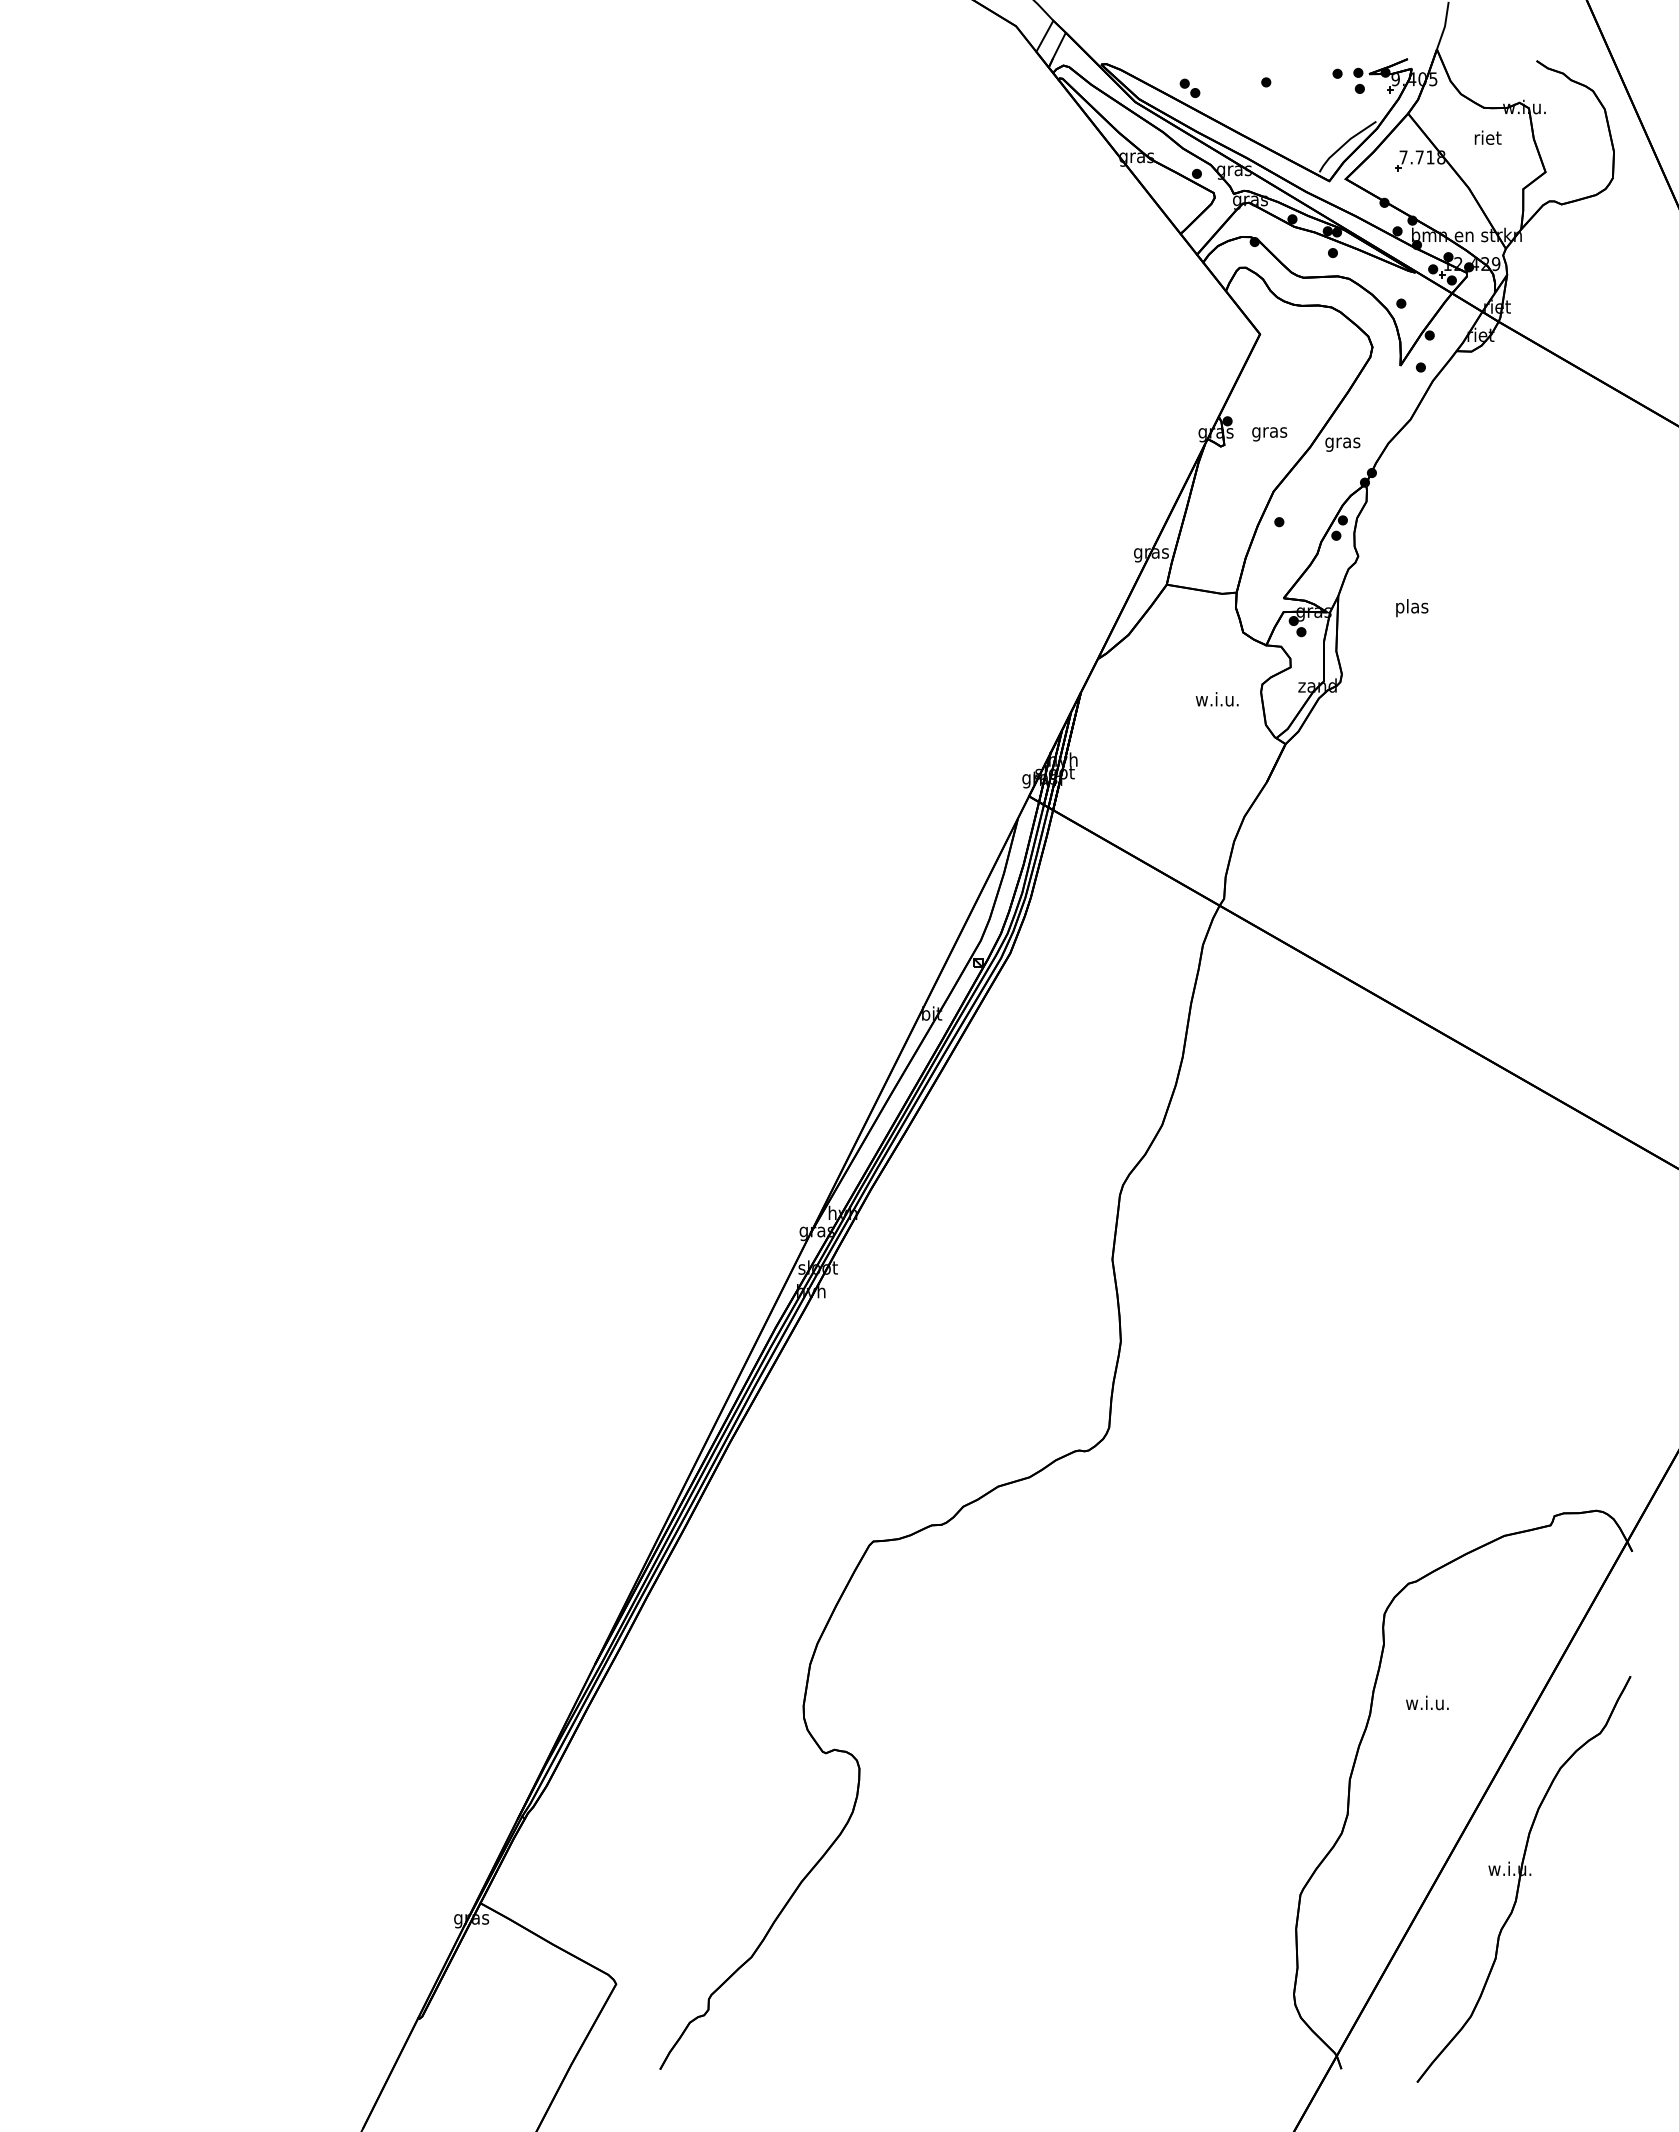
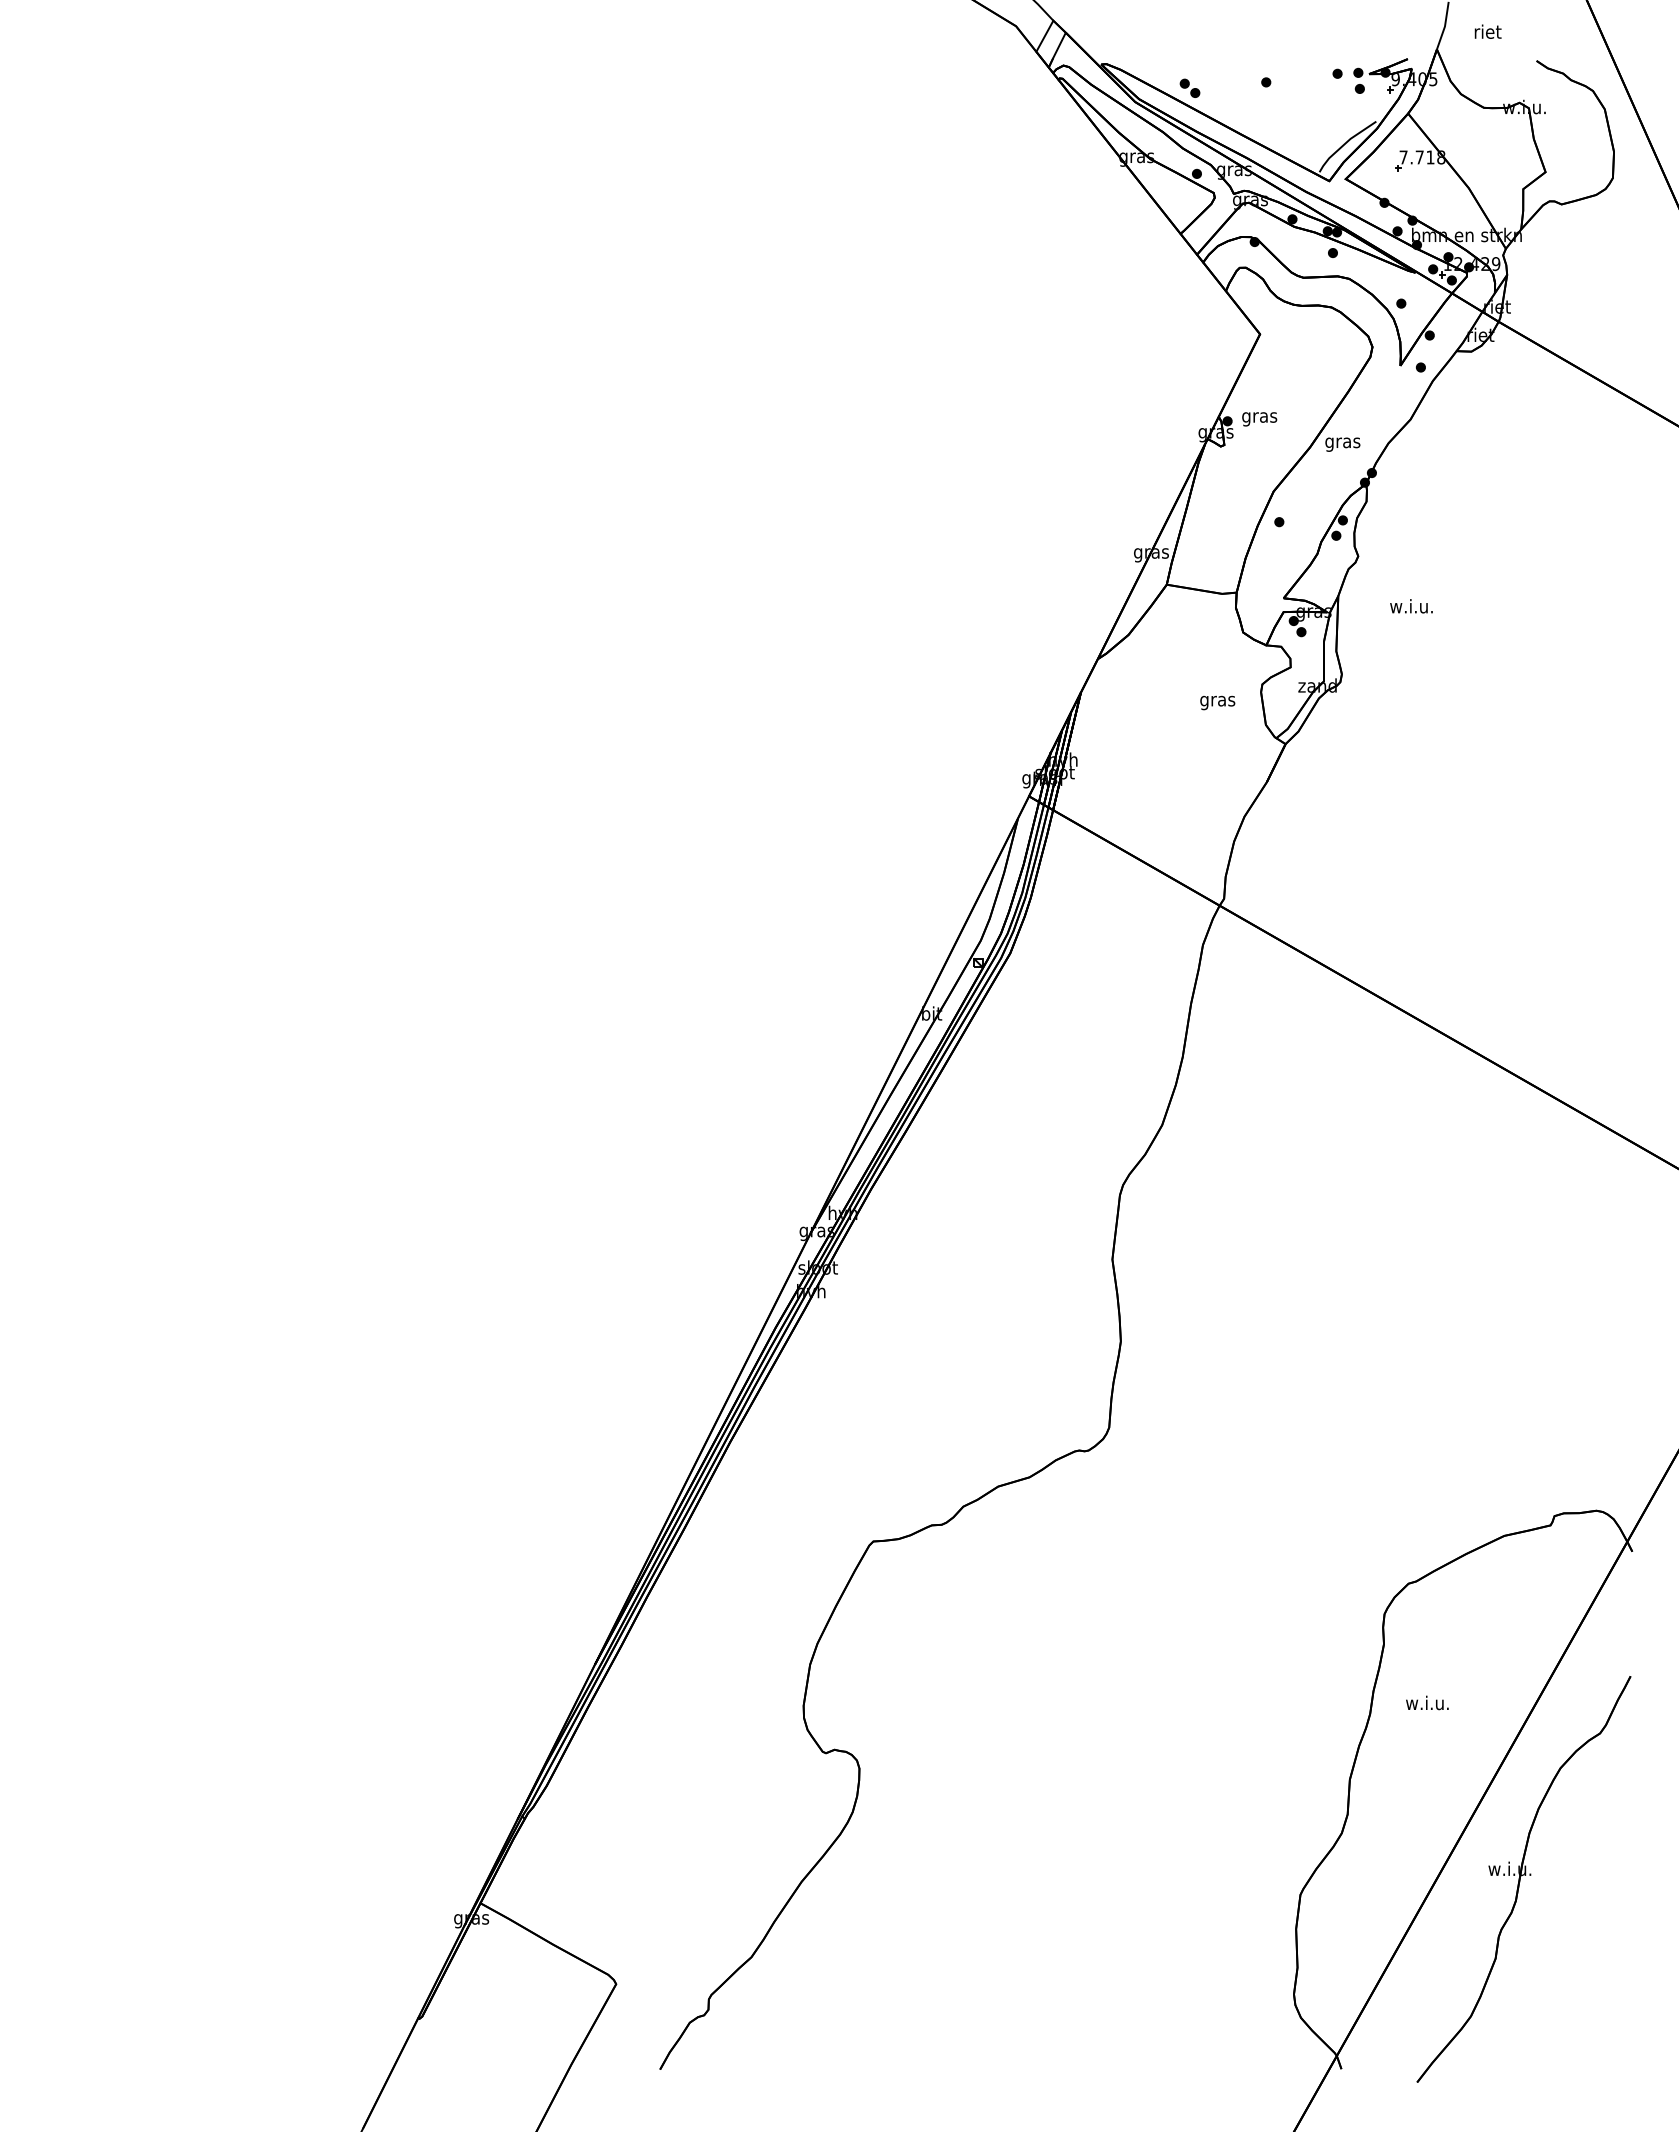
text at (1487, 137) position: (1487, 137) -> (1487, 31)
text at (1269, 434) position: (1269, 434) -> (1259, 419)
text at (1411, 608): plas -> w.i.u.
text at (1216, 701): w.i.u. -> gras
